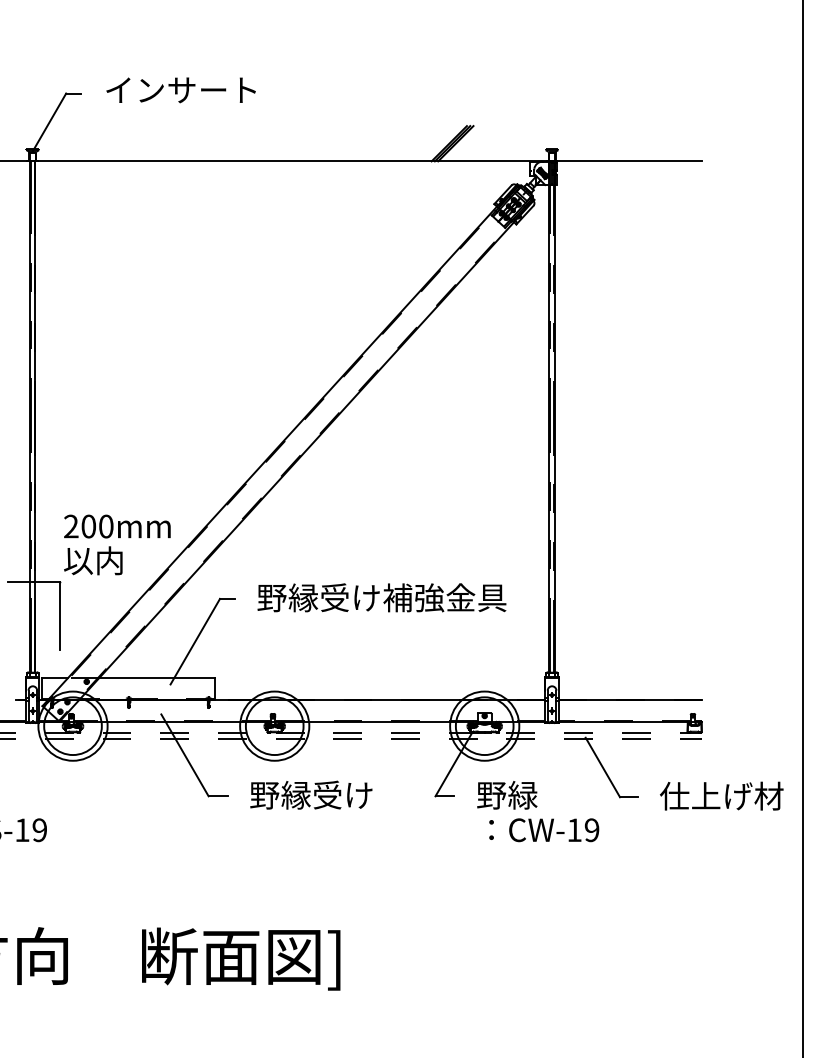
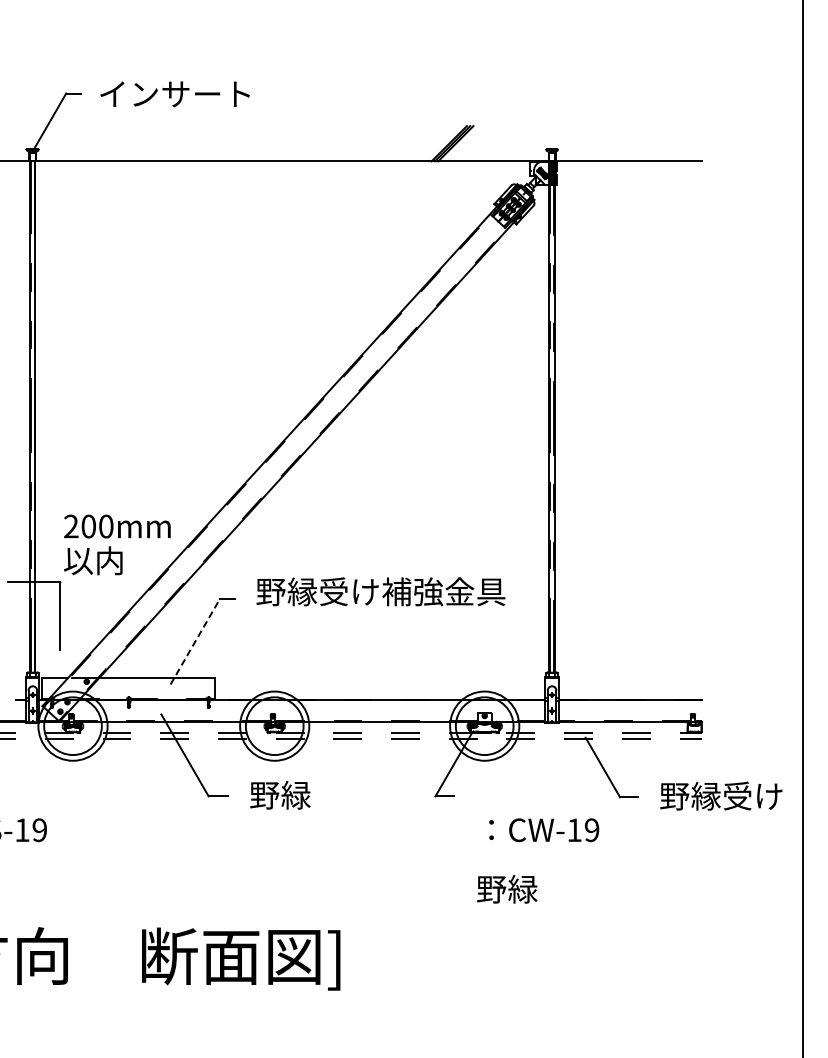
text at (180, 90) position: (180, 90) -> (174, 94)
text at (381, 597) position: (381, 597) -> (380, 591)
line at (195, 641): solid -> dashed
text at (328, 794): 野縁受け -> 野緑
text at (507, 795) position: (507, 795) -> (507, 889)
text at (721, 795): 仕上げ材 -> 野縁受け
